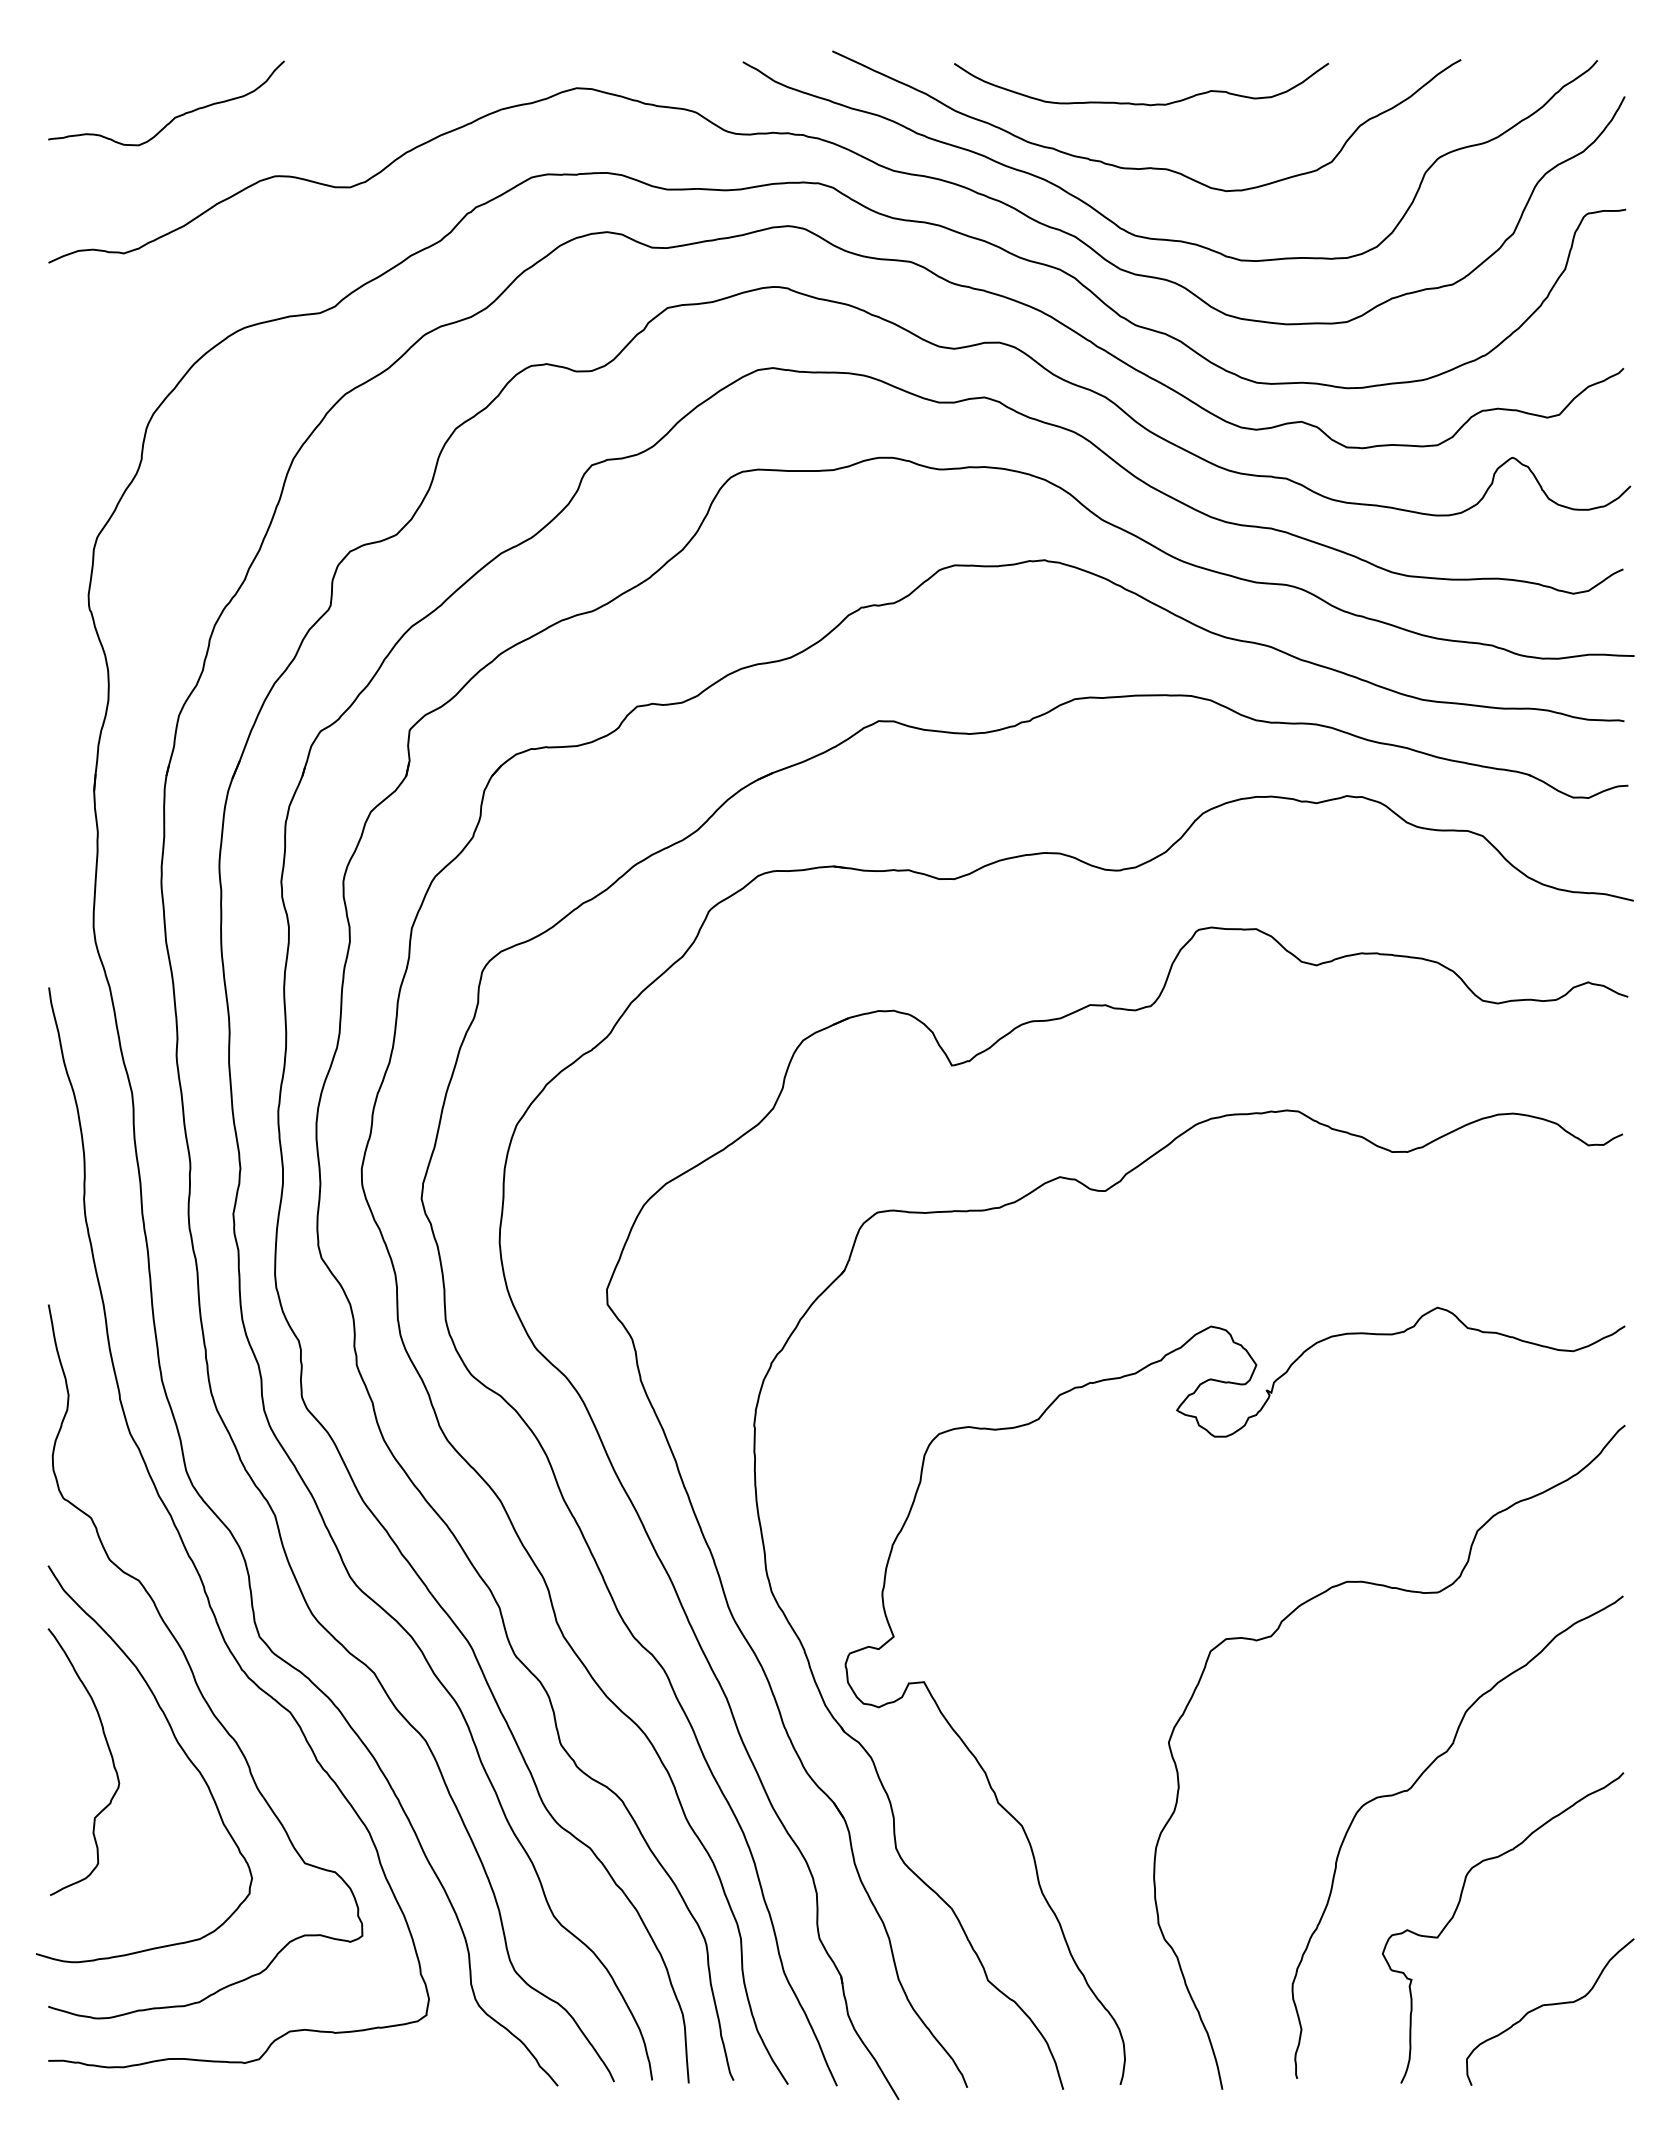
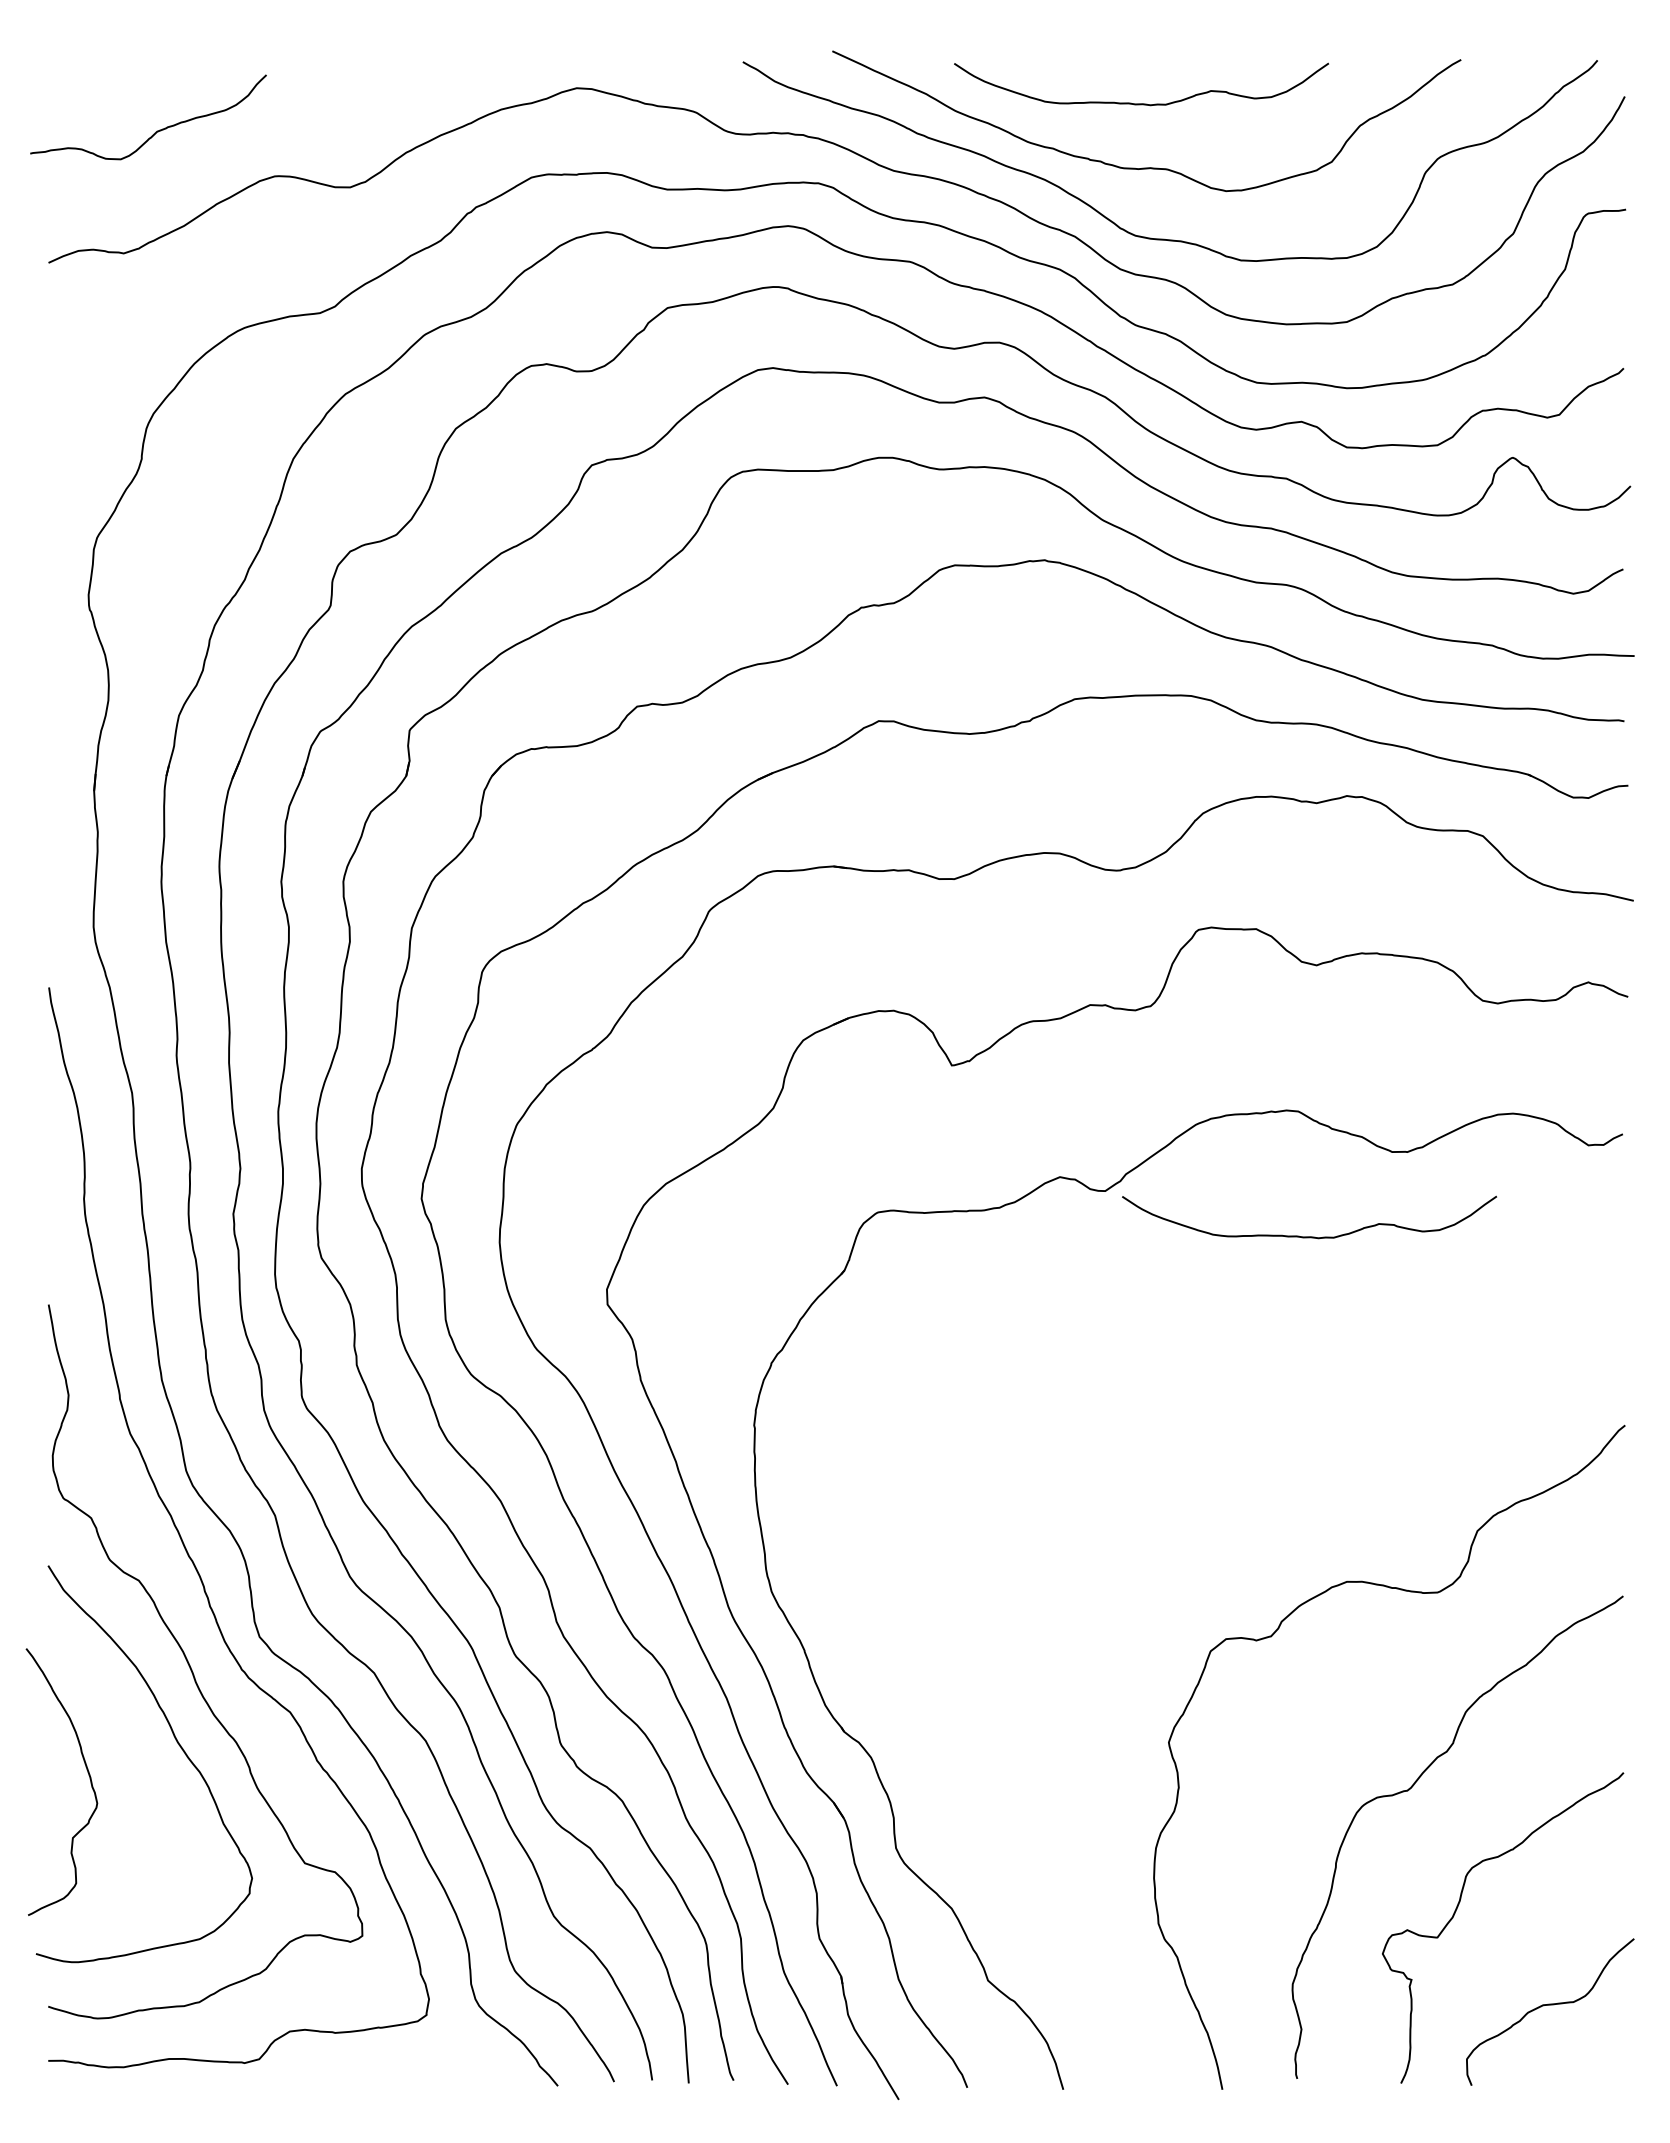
curve at (173, 117) position: (173, 117) -> (155, 131)
curve at (1309, 1236): none -> present
curve at (109, 1752) position: (109, 1752) -> (87, 1772)
curve at (1023, 1826): present -> none
